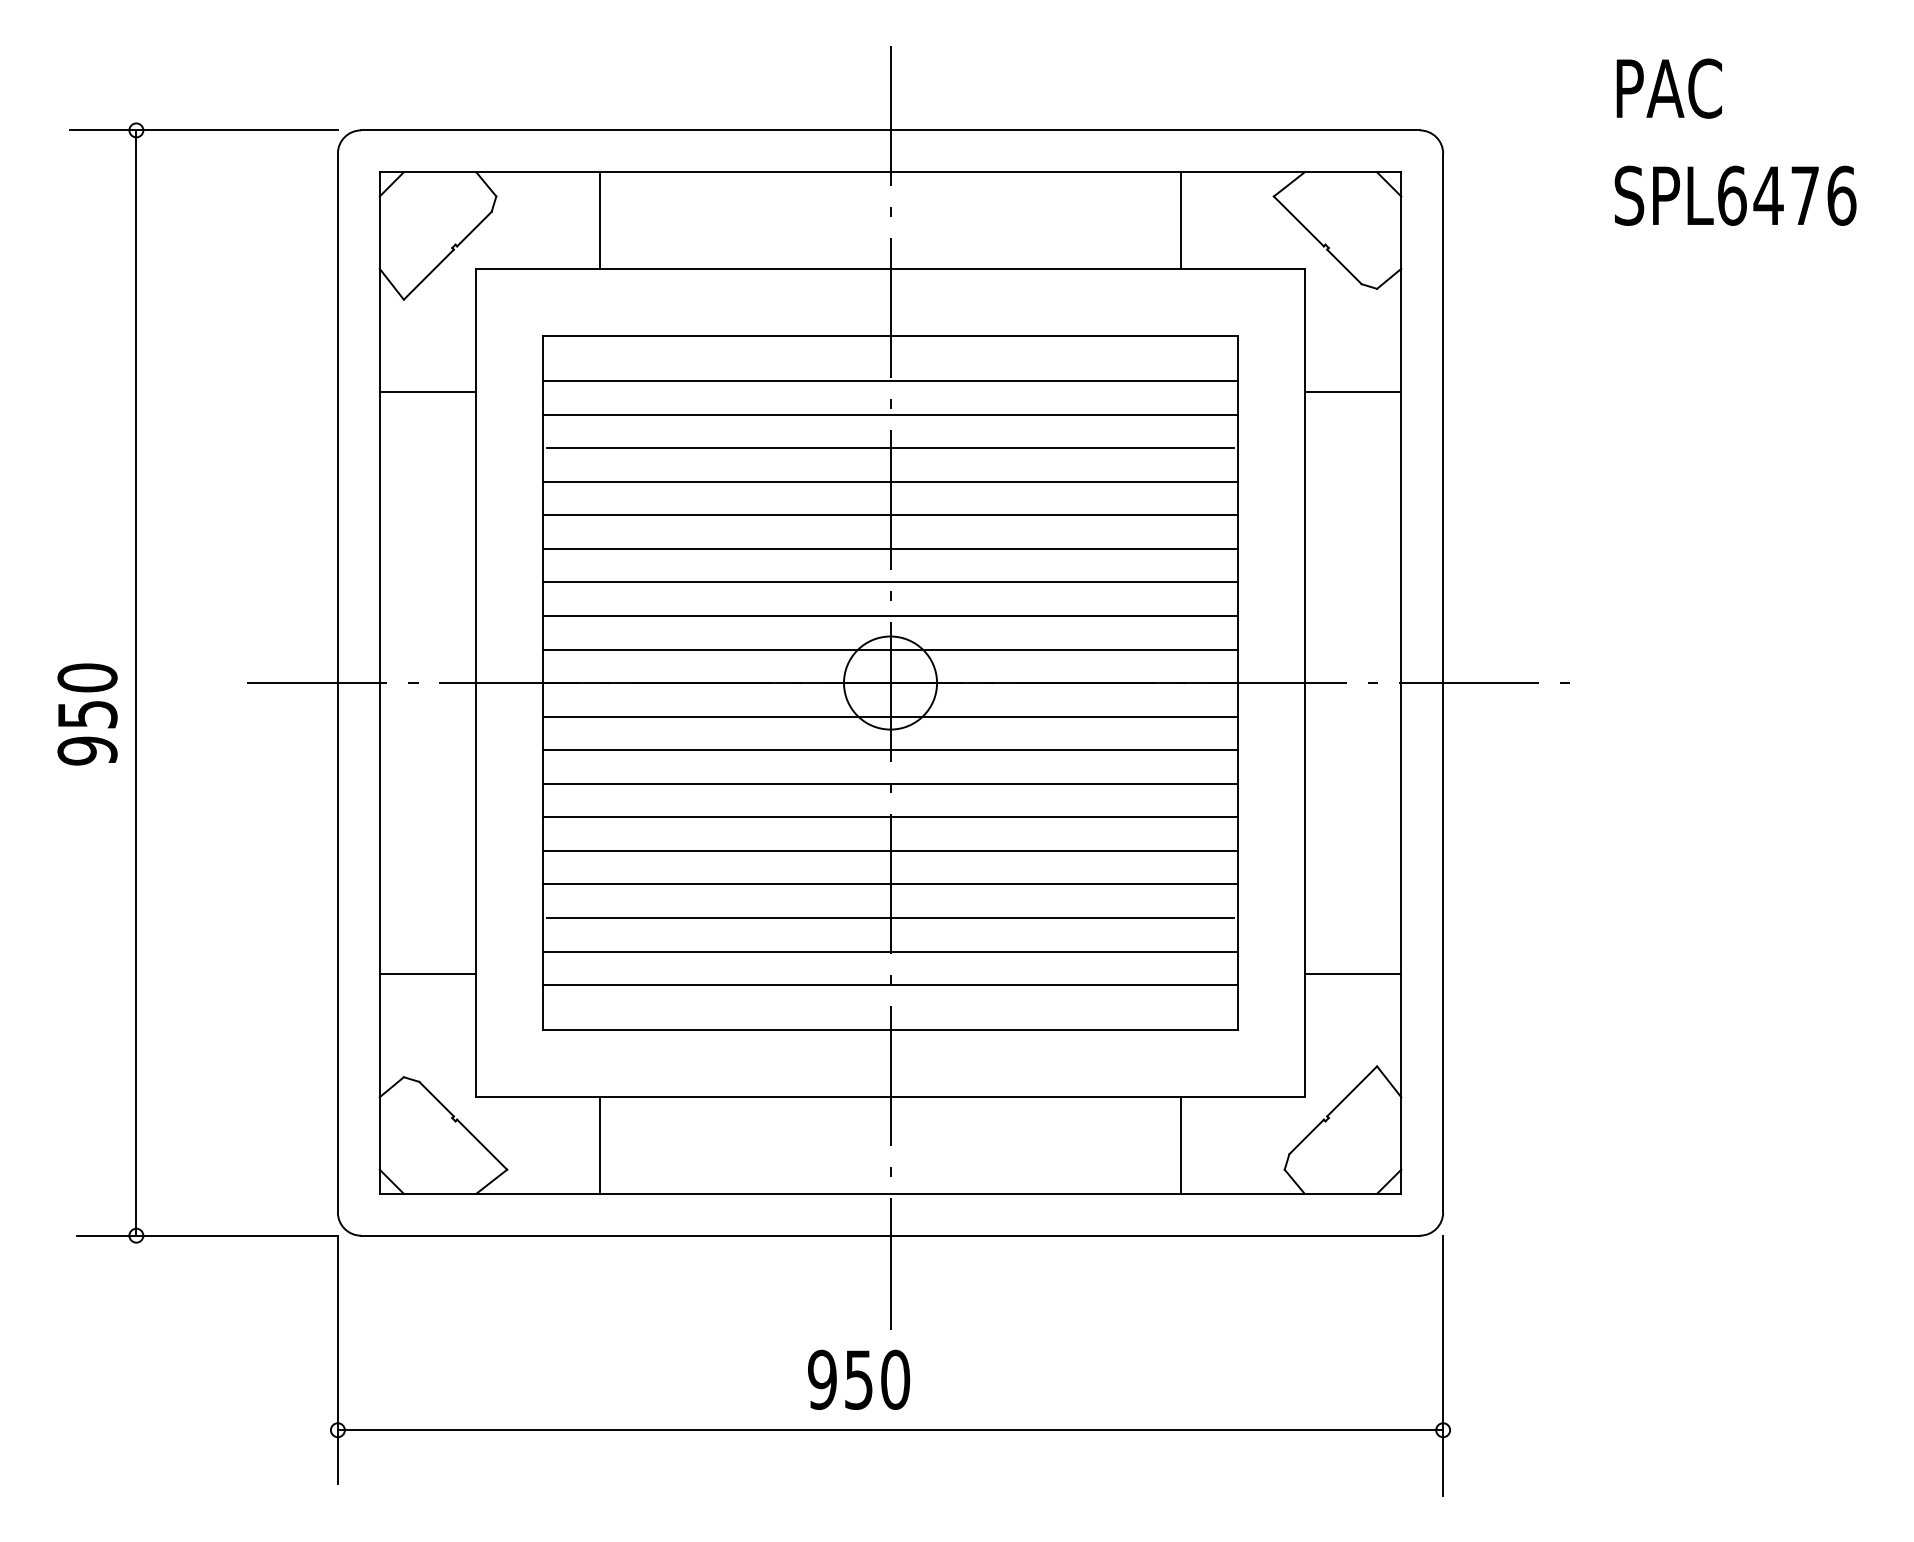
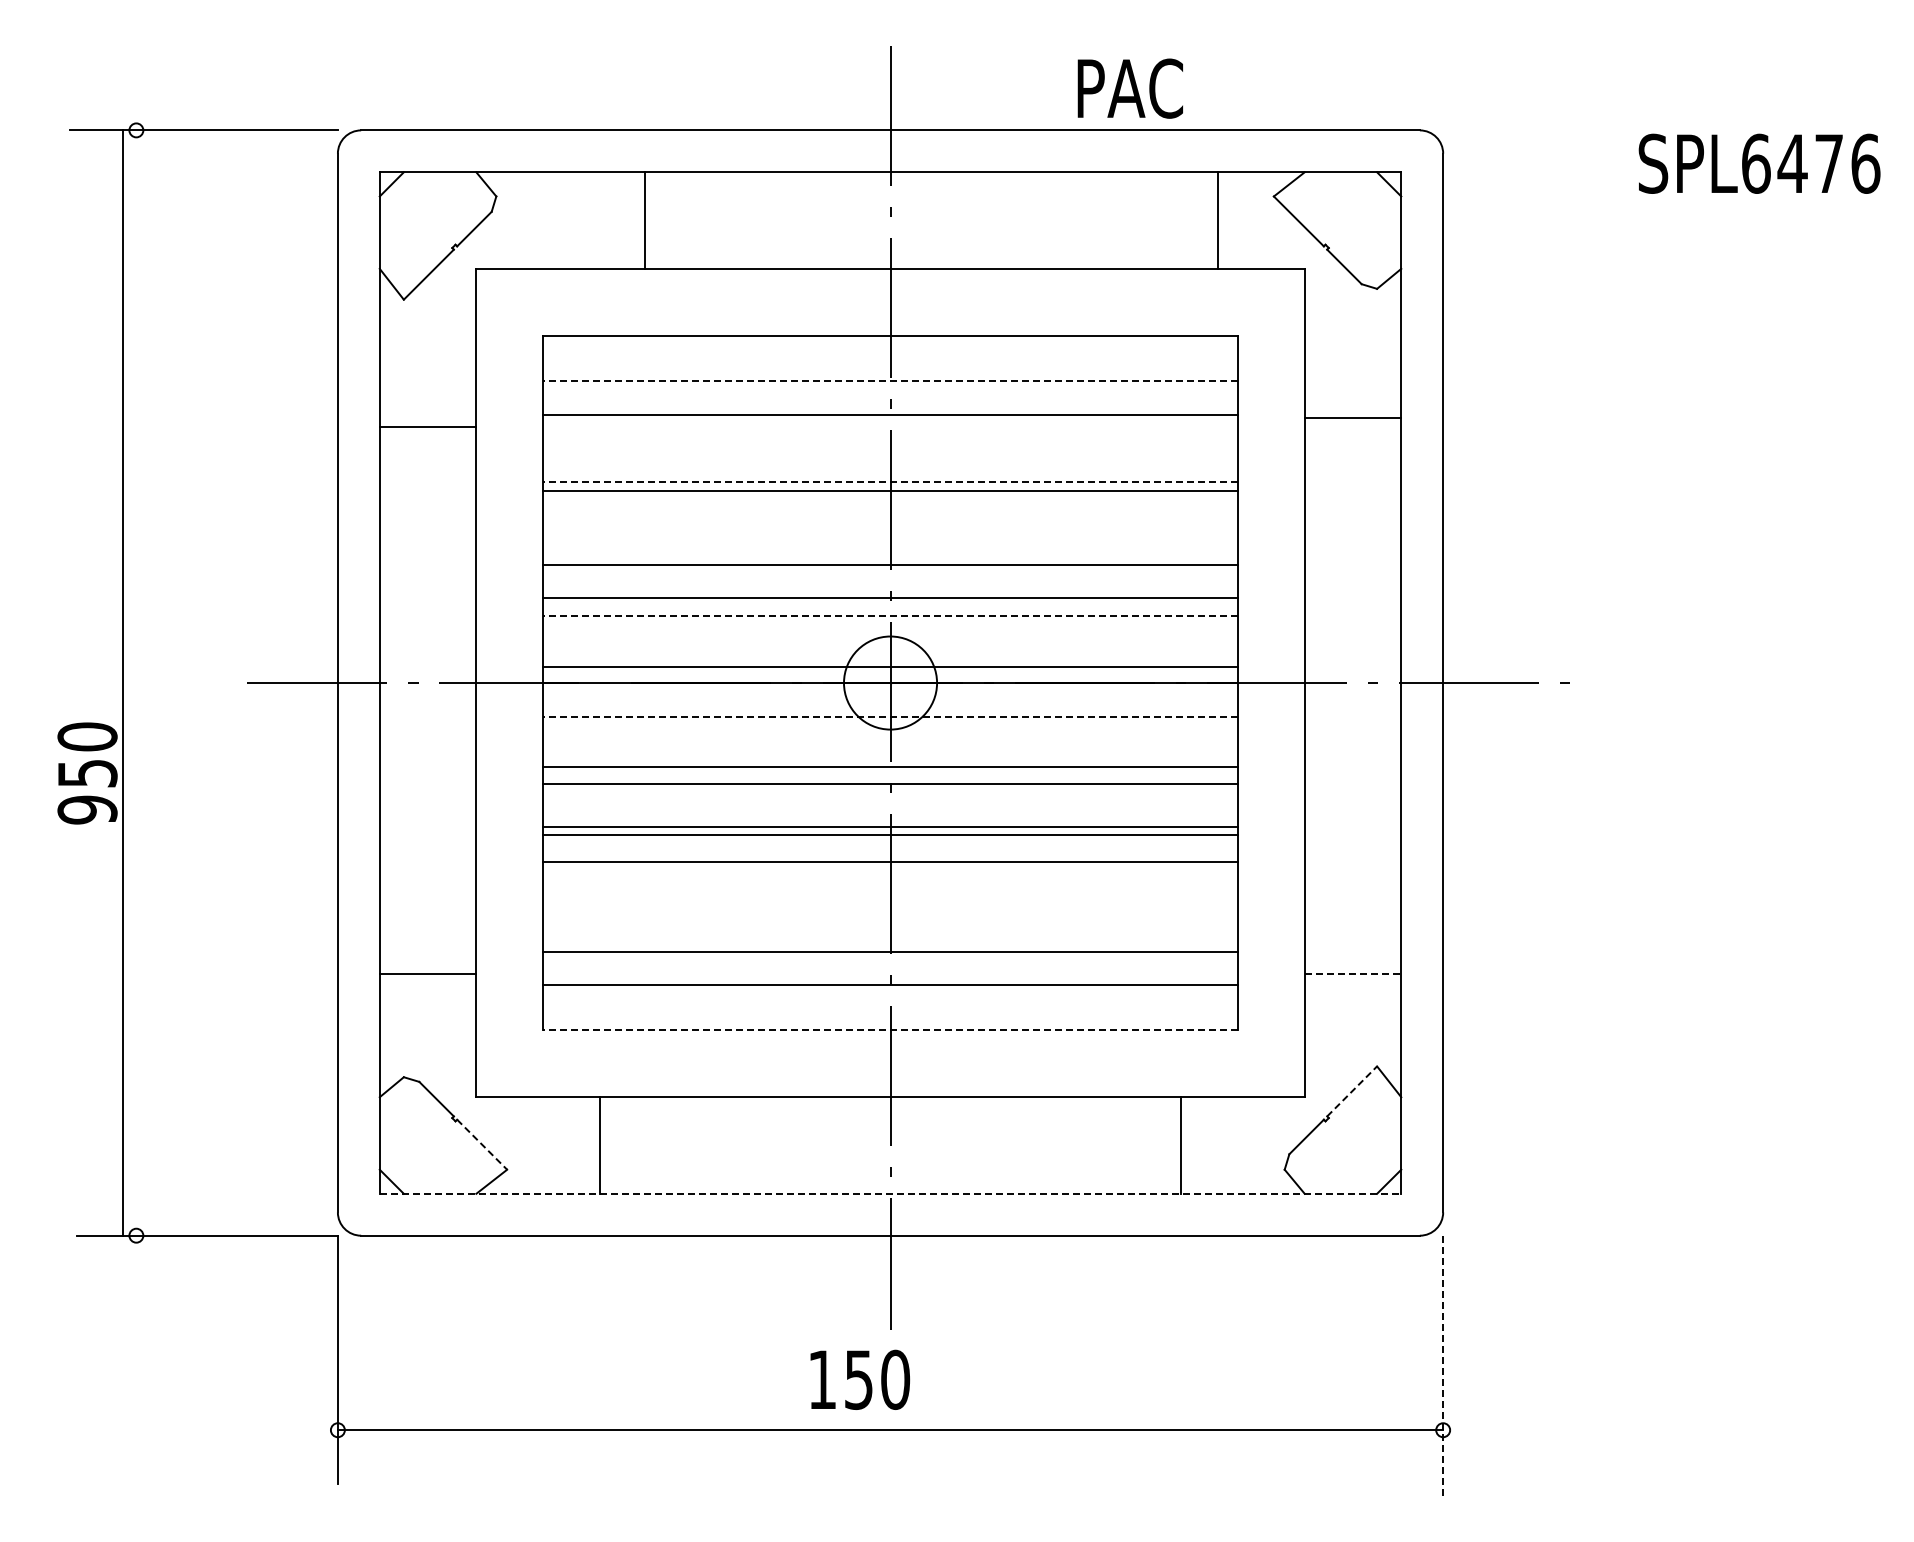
text at (1668, 88) position: (1668, 88) -> (1129, 88)
text at (1735, 195) position: (1735, 195) -> (1759, 163)
line at (599, 220) position: (599, 220) -> (644, 220)
line at (1181, 220) position: (1181, 220) -> (1218, 220)
line at (890, 380): solid -> dashed
line at (427, 392) position: (427, 392) -> (427, 427)
line at (1352, 392) position: (1352, 392) -> (1352, 418)
line at (890, 448): present -> none
line at (890, 481): solid -> dashed
line at (890, 515) position: (890, 515) -> (890, 491)
line at (890, 548) position: (890, 548) -> (890, 564)
line at (890, 582) position: (890, 582) -> (890, 598)
line at (890, 615): solid -> dashed
line at (890, 649) position: (890, 649) -> (890, 666)
line at (136, 682) position: (136, 682) -> (123, 682)
text at (87, 714) position: (87, 714) -> (87, 773)
line at (890, 716): solid -> dashed
line at (890, 750) position: (890, 750) -> (890, 767)
line at (890, 817) position: (890, 817) -> (890, 835)
line at (890, 850) position: (890, 850) -> (890, 826)
line at (890, 884) position: (890, 884) -> (890, 862)
line at (890, 917): present -> none
line at (1353, 973): solid -> dashed
line at (890, 1030): solid -> dashed
line at (1352, 1091): solid -> dashed
line at (482, 1145): solid -> dashed
line at (890, 1193): solid -> dashed
line at (1443, 1366): solid -> dashed
text at (822, 1379): 950 -> 150
